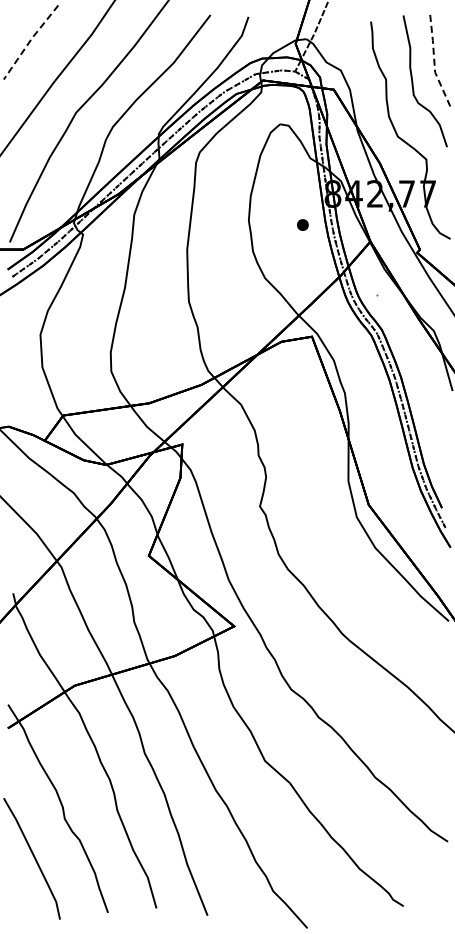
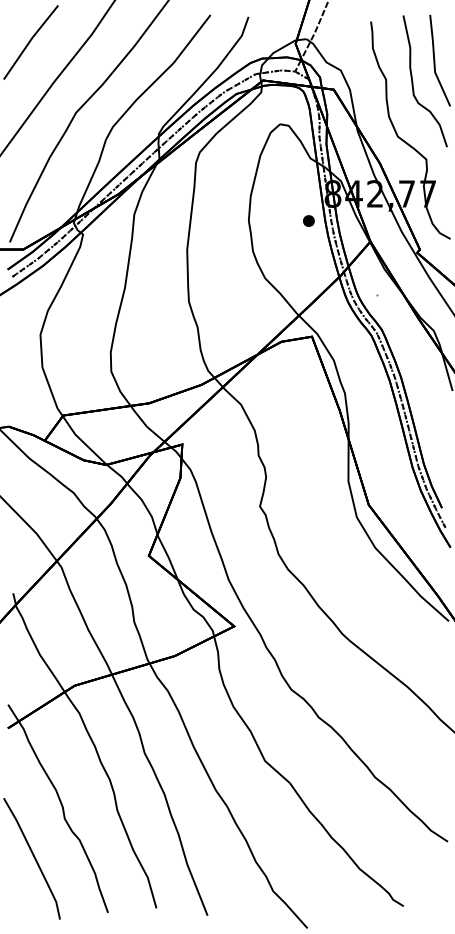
line at (30, 40): dashed -> solid
line at (434, 61): dashed -> solid
part at (302, 224) position: (302, 224) -> (308, 220)
